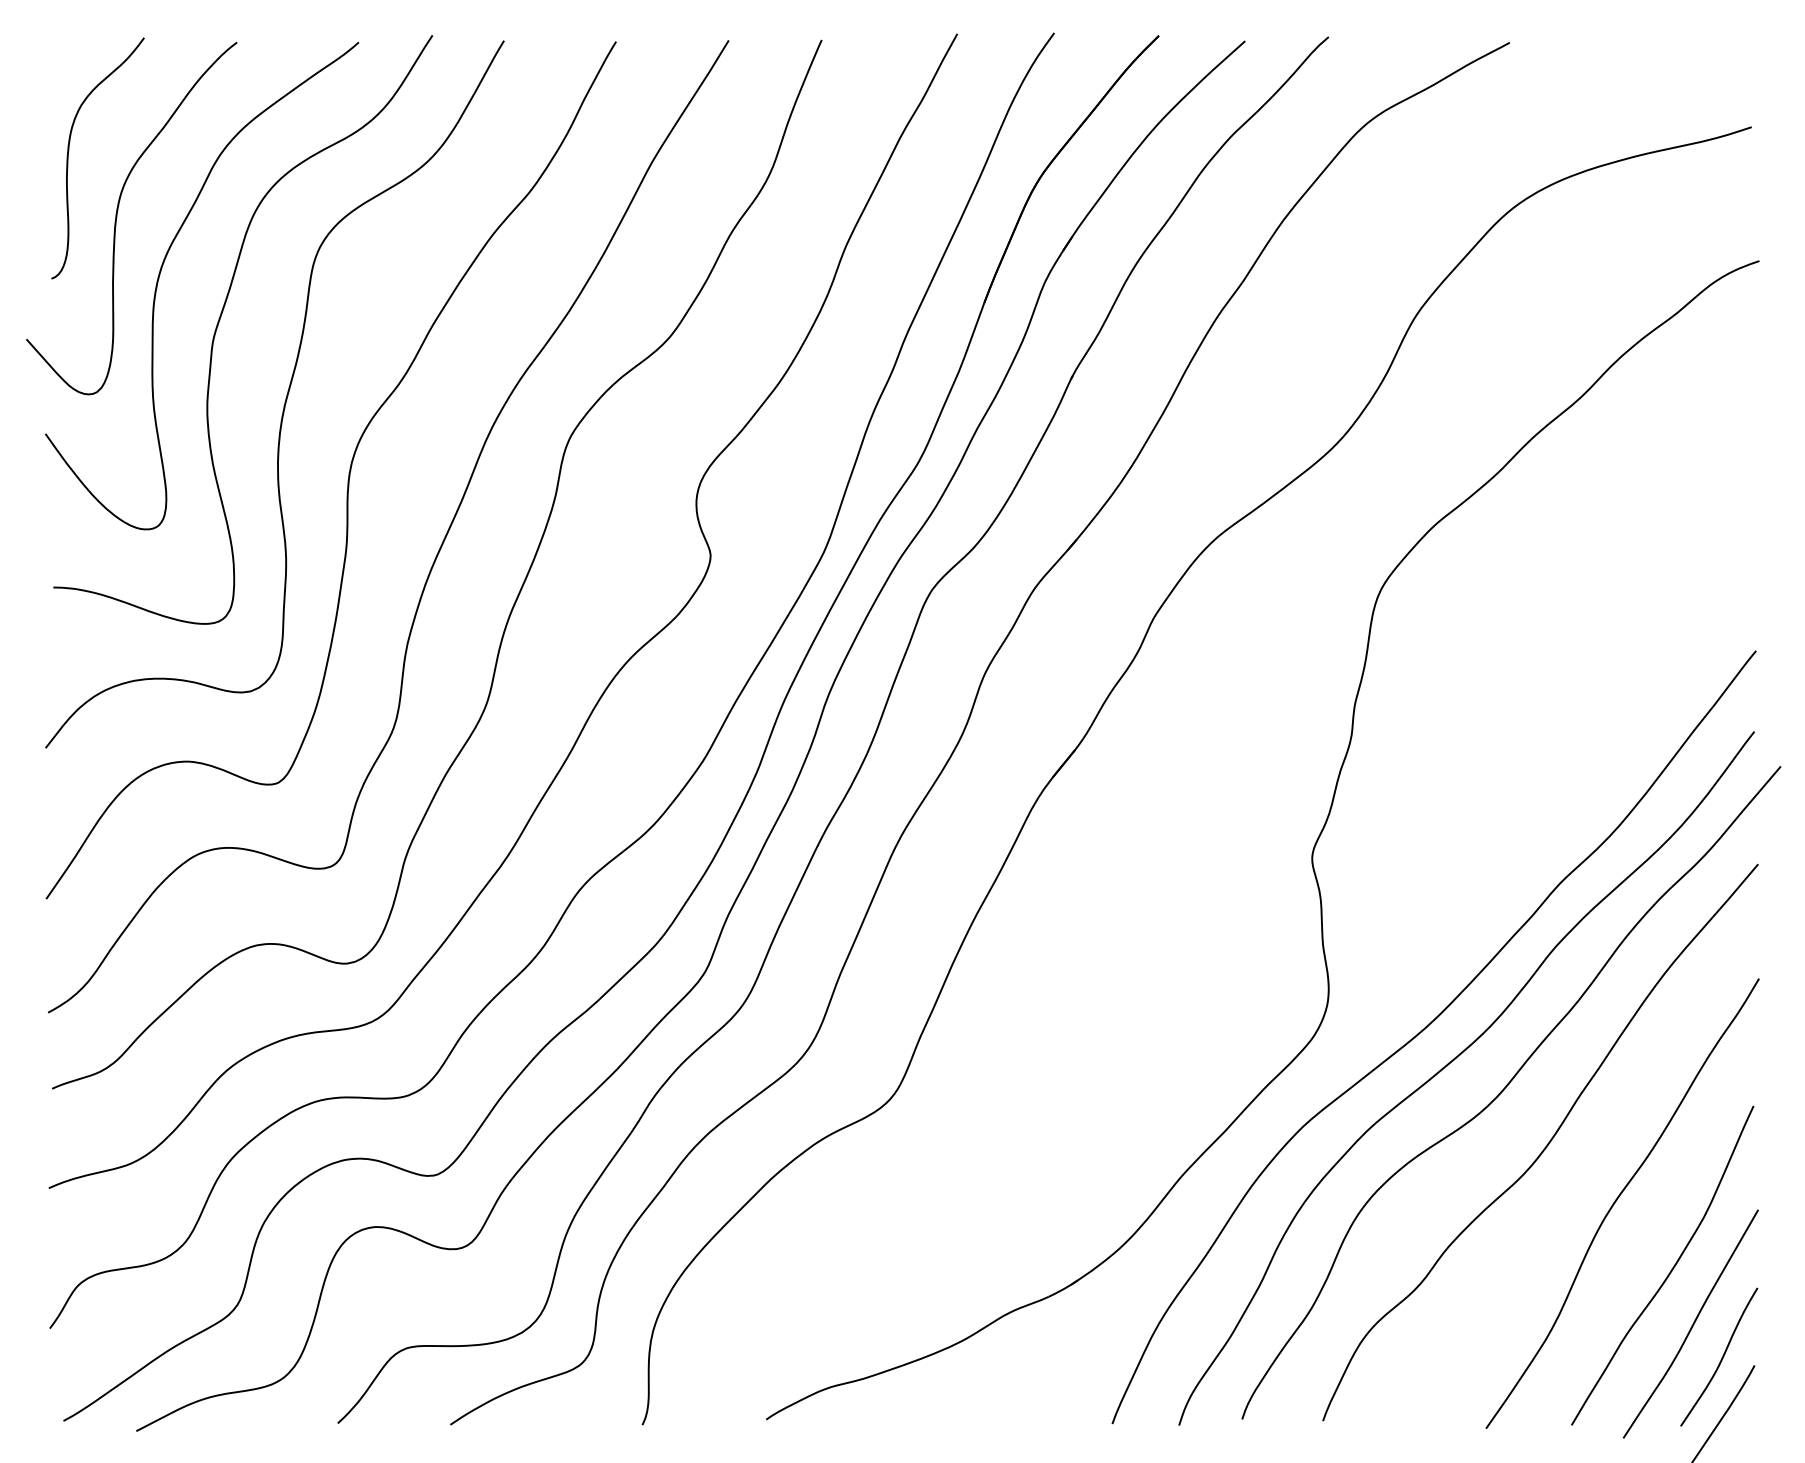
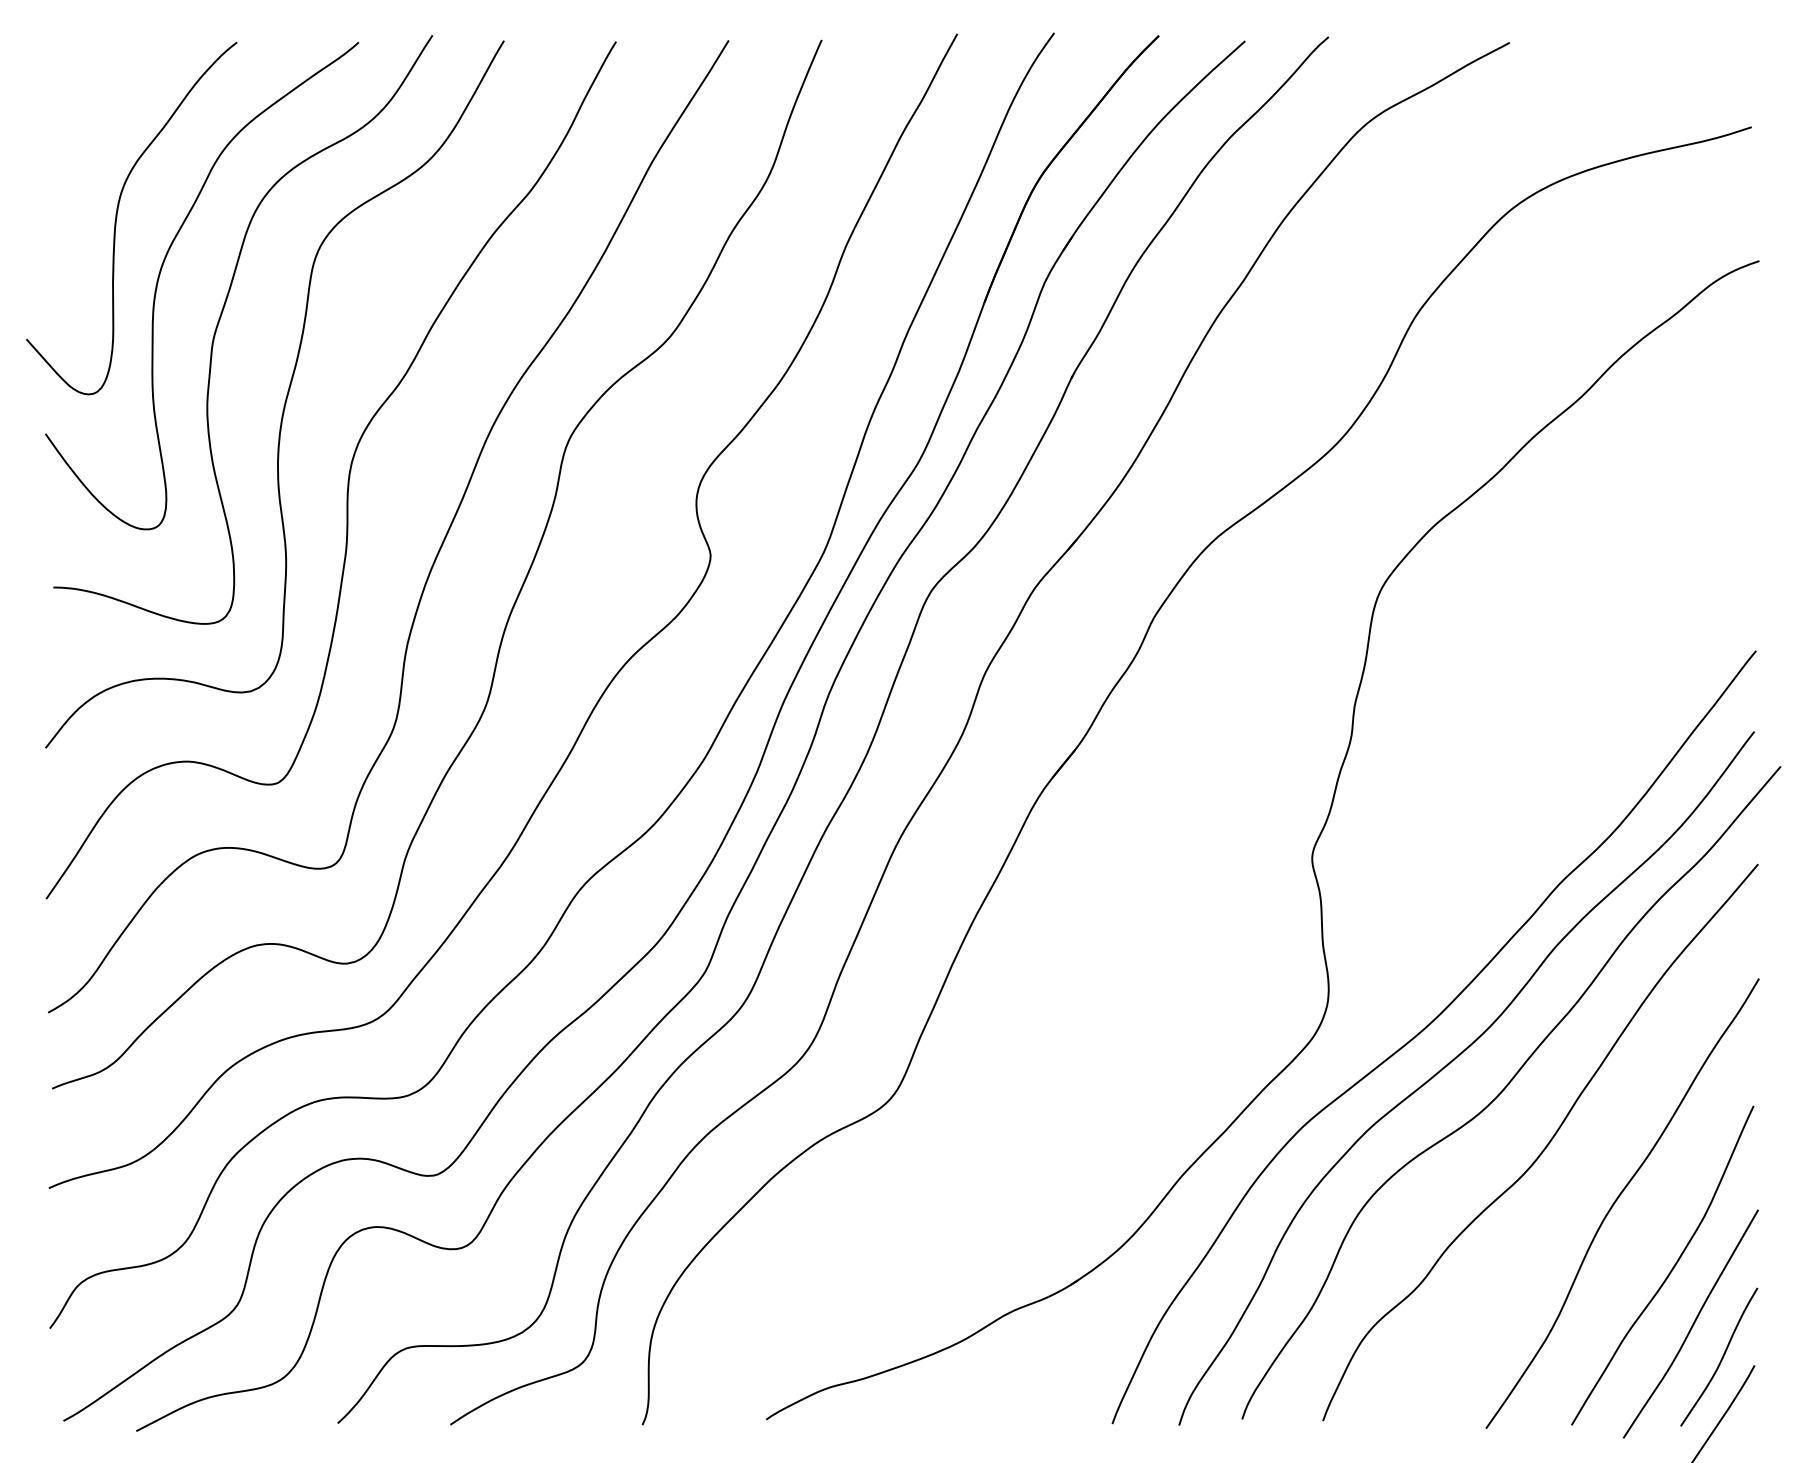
curve at (69, 151): present -> none
